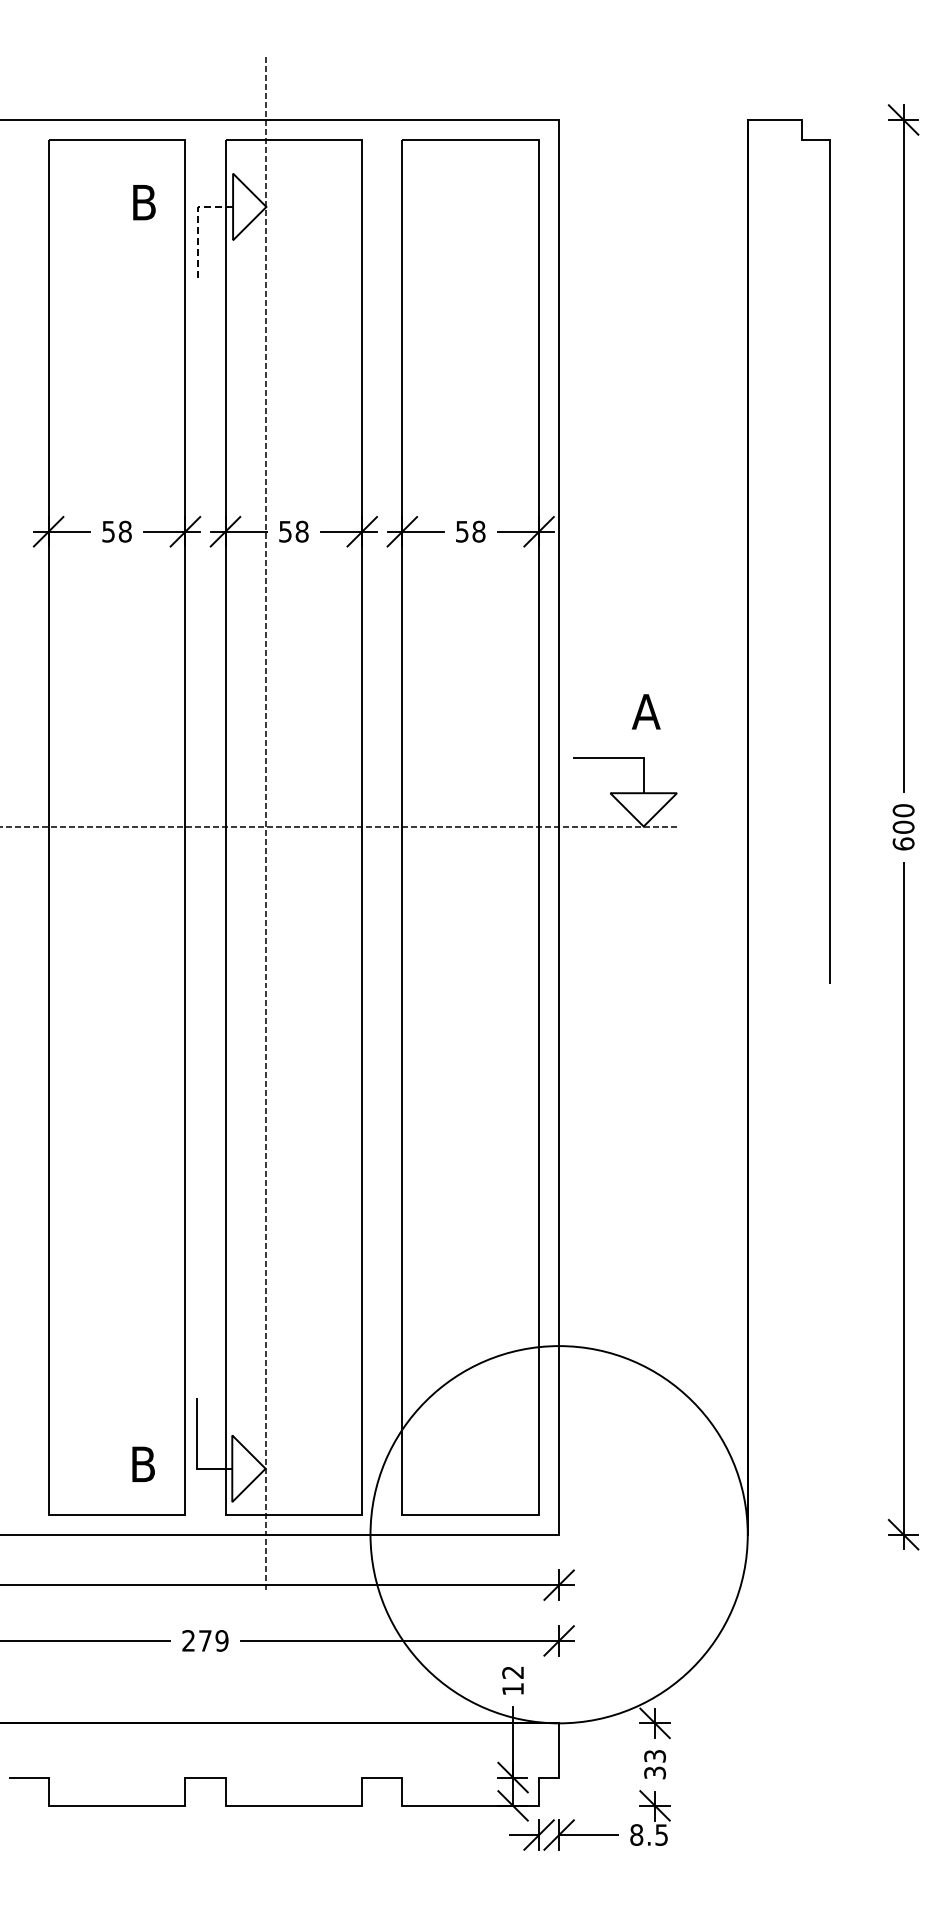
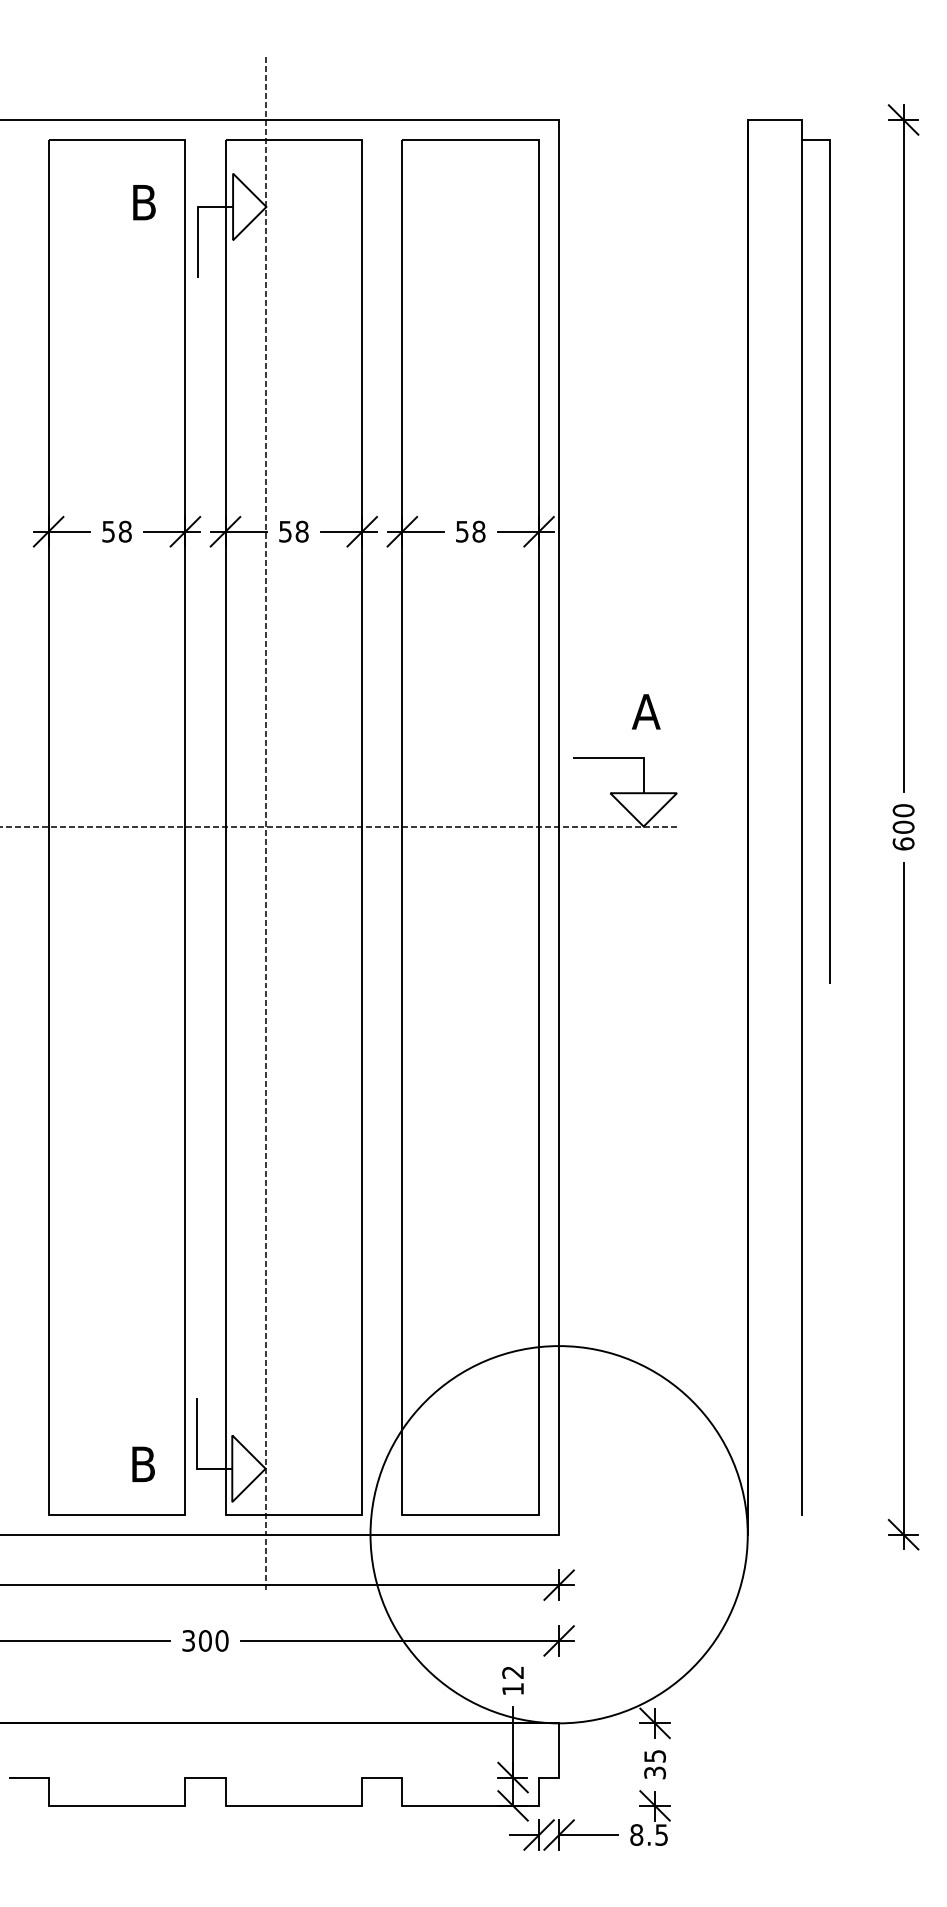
line at (197, 223): dashed -> solid
line at (802, 827): none -> present
text at (205, 1640): 279 -> 300
text at (654, 1755): 33 -> 35
